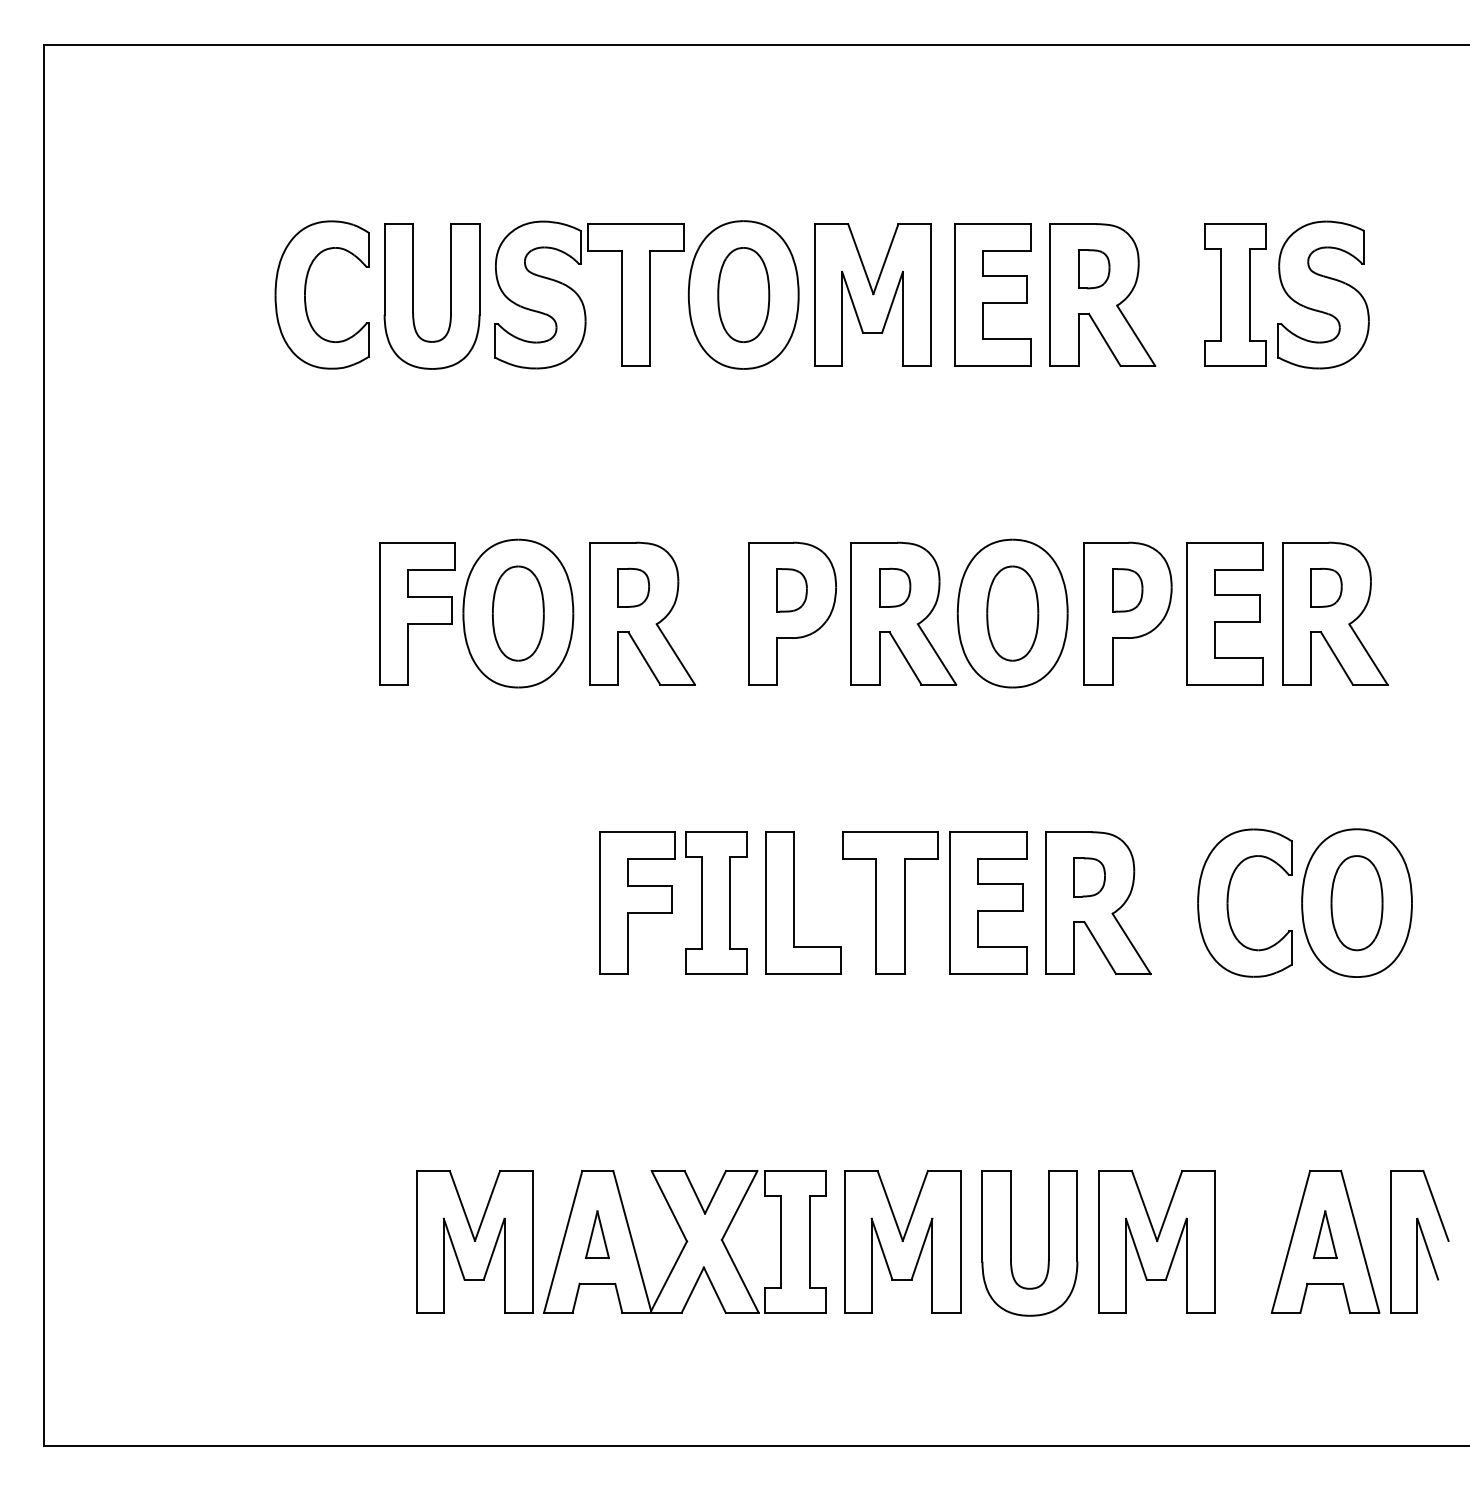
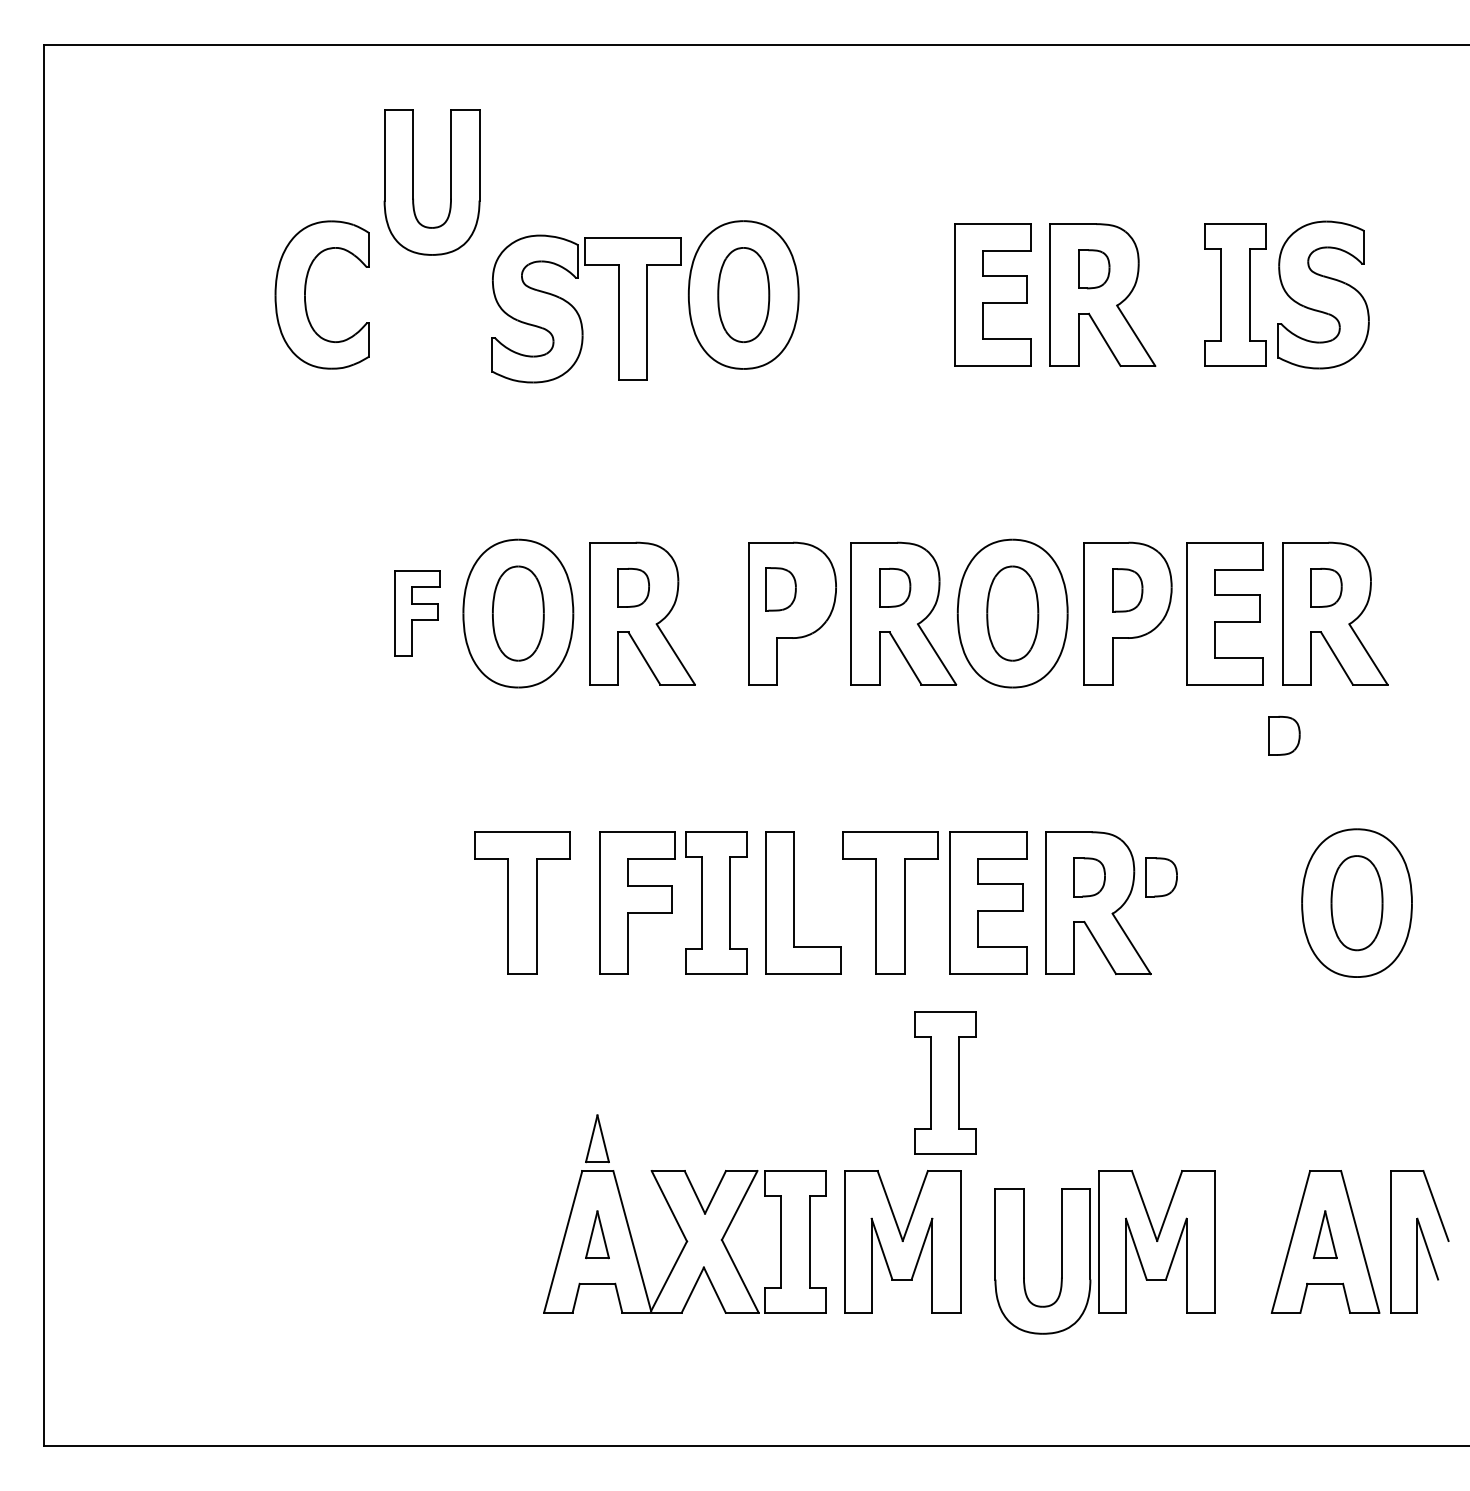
part at (872, 294): present -> none
part at (413, 296) position: (413, 296) -> (413, 182)
part at (581, 298) position: (581, 298) -> (578, 312)
part at (791, 590) position: (791, 590) -> (780, 589)
part at (417, 613) size: 77x144 px -> 47x87 px
part at (1284, 735): none -> present
part at (1161, 877): none -> present
part at (522, 902): none -> present
part at (1228, 902): present -> none
part at (945, 1082): none -> present
part at (597, 1138): none -> present
part at (474, 1241): present -> none
part at (1011, 1243) position: (1011, 1243) -> (1024, 1261)
